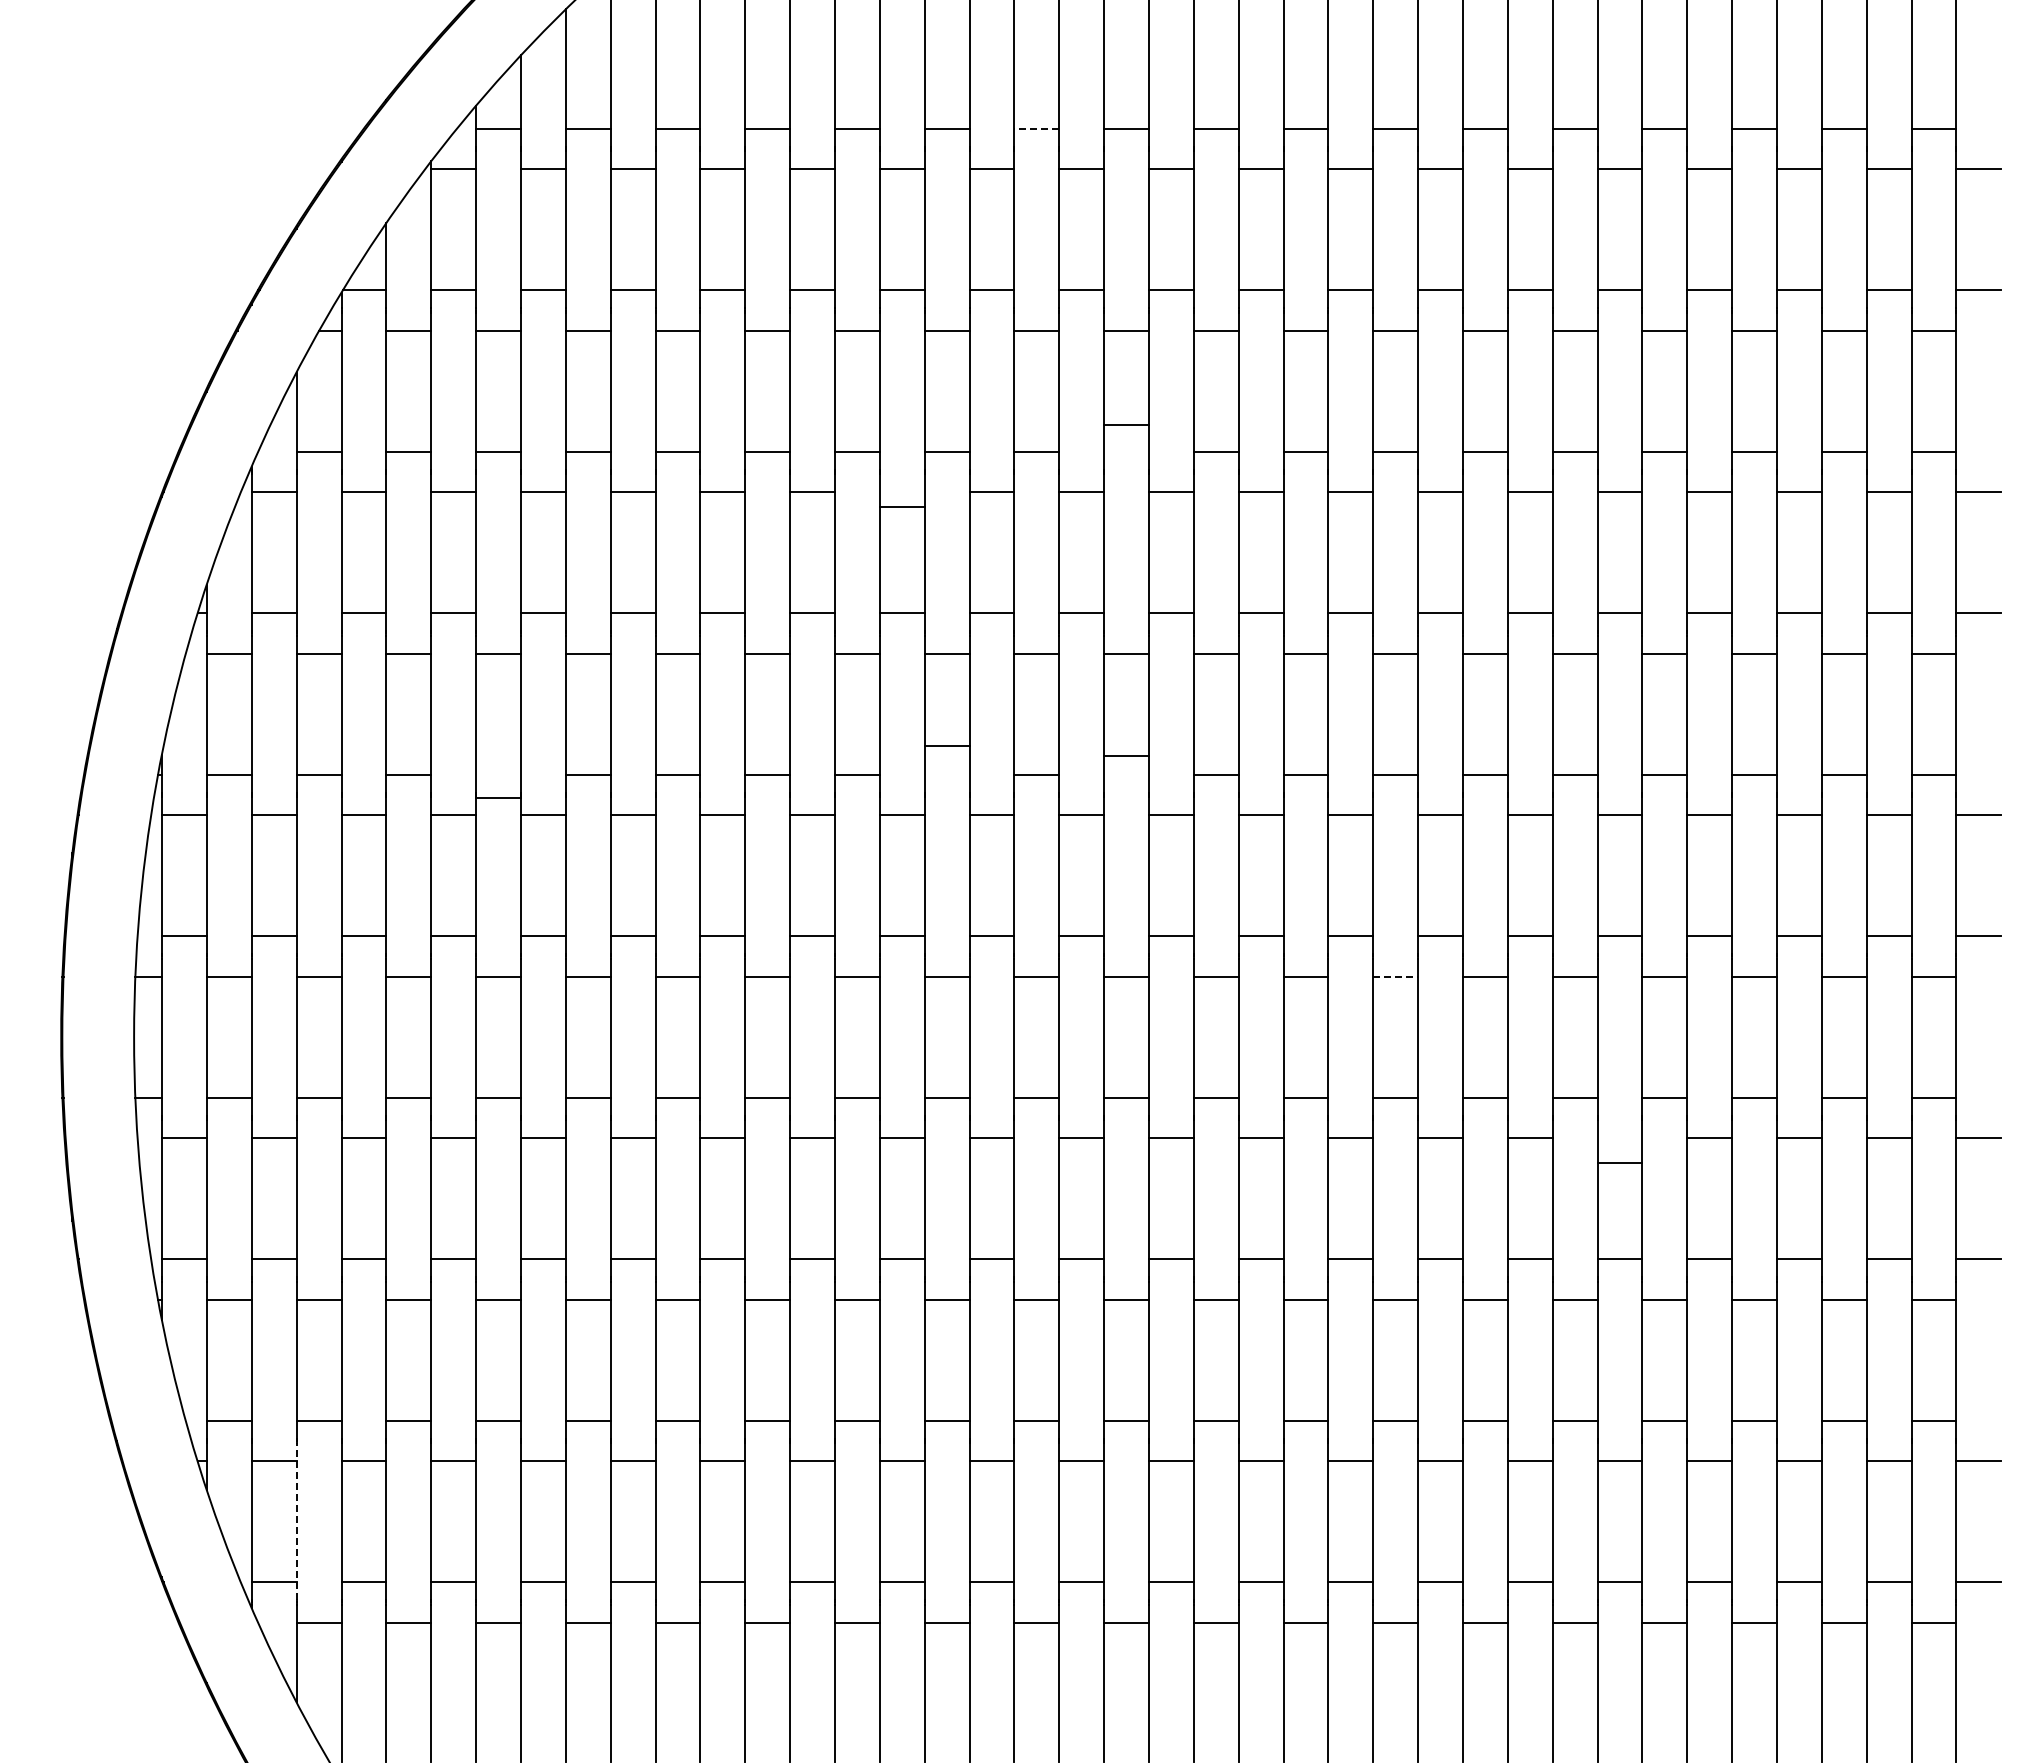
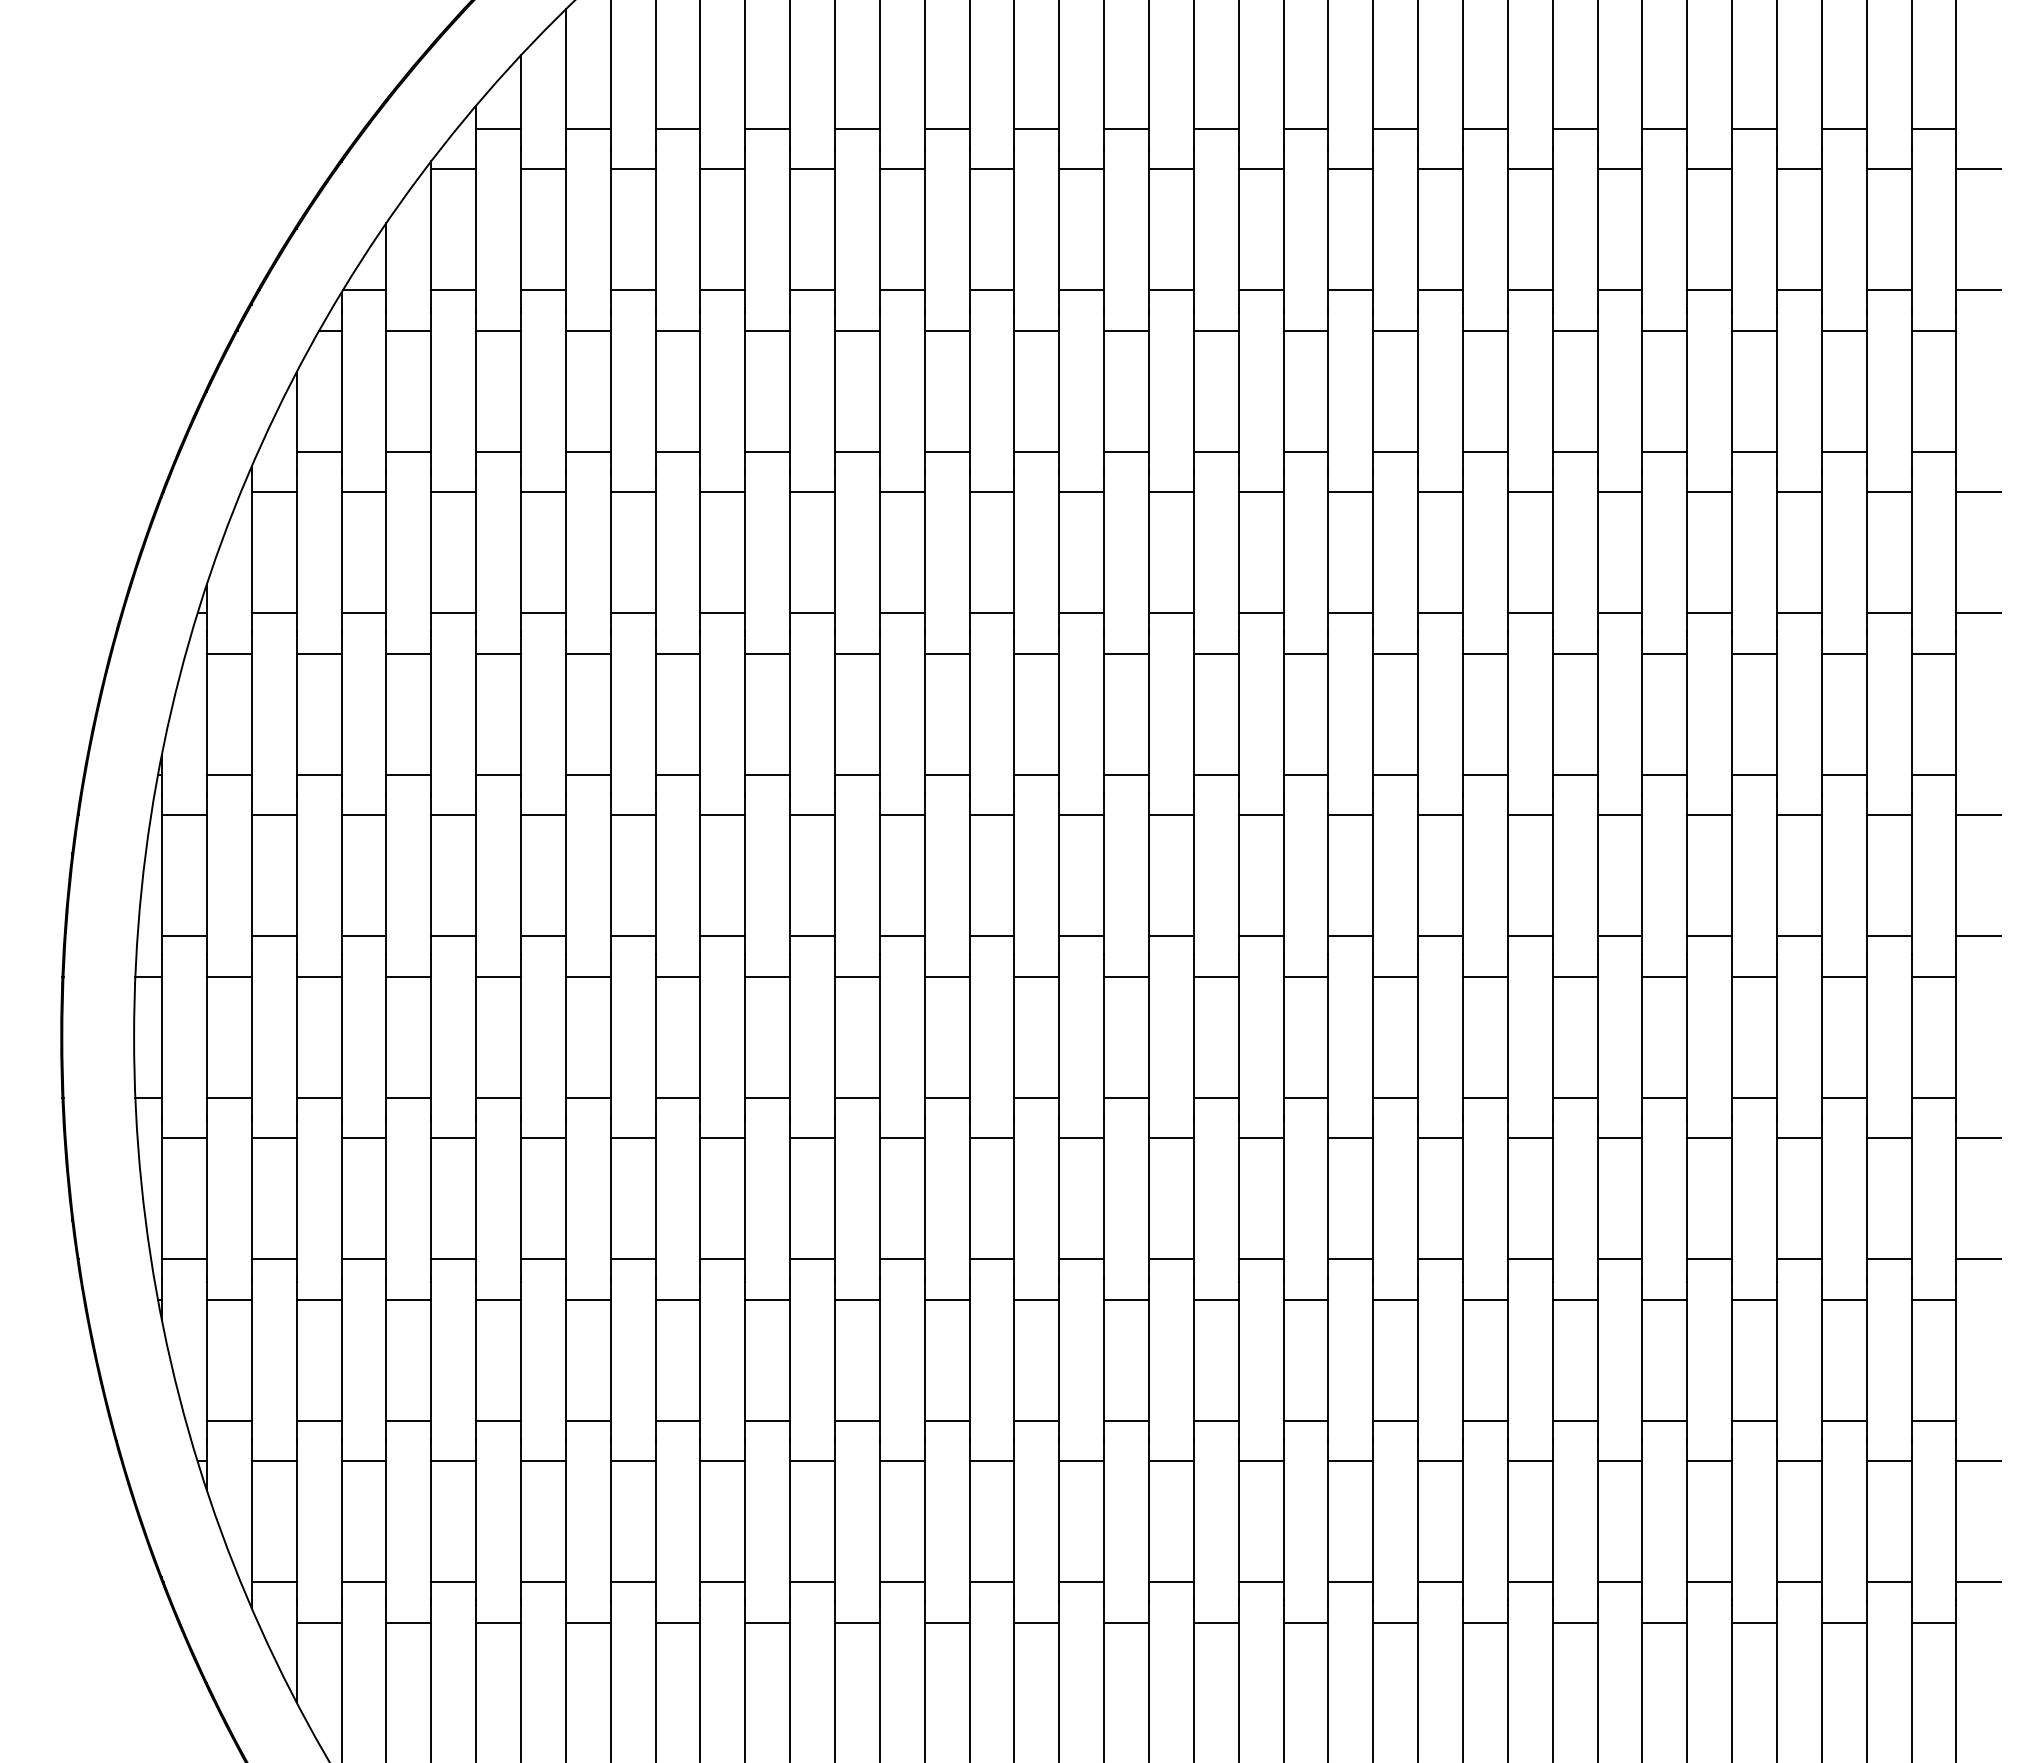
line at (1036, 128): dashed -> solid
line at (1126, 424) position: (1126, 424) -> (1126, 451)
line at (901, 507) position: (901, 507) -> (901, 492)
line at (946, 745) position: (946, 745) -> (946, 774)
line at (1126, 755) position: (1126, 755) -> (1126, 774)
line at (498, 797) position: (498, 797) -> (498, 774)
line at (1396, 976): dashed -> solid
line at (1619, 1163) position: (1619, 1163) -> (1619, 1138)
line at (296, 1521): dashed -> solid
